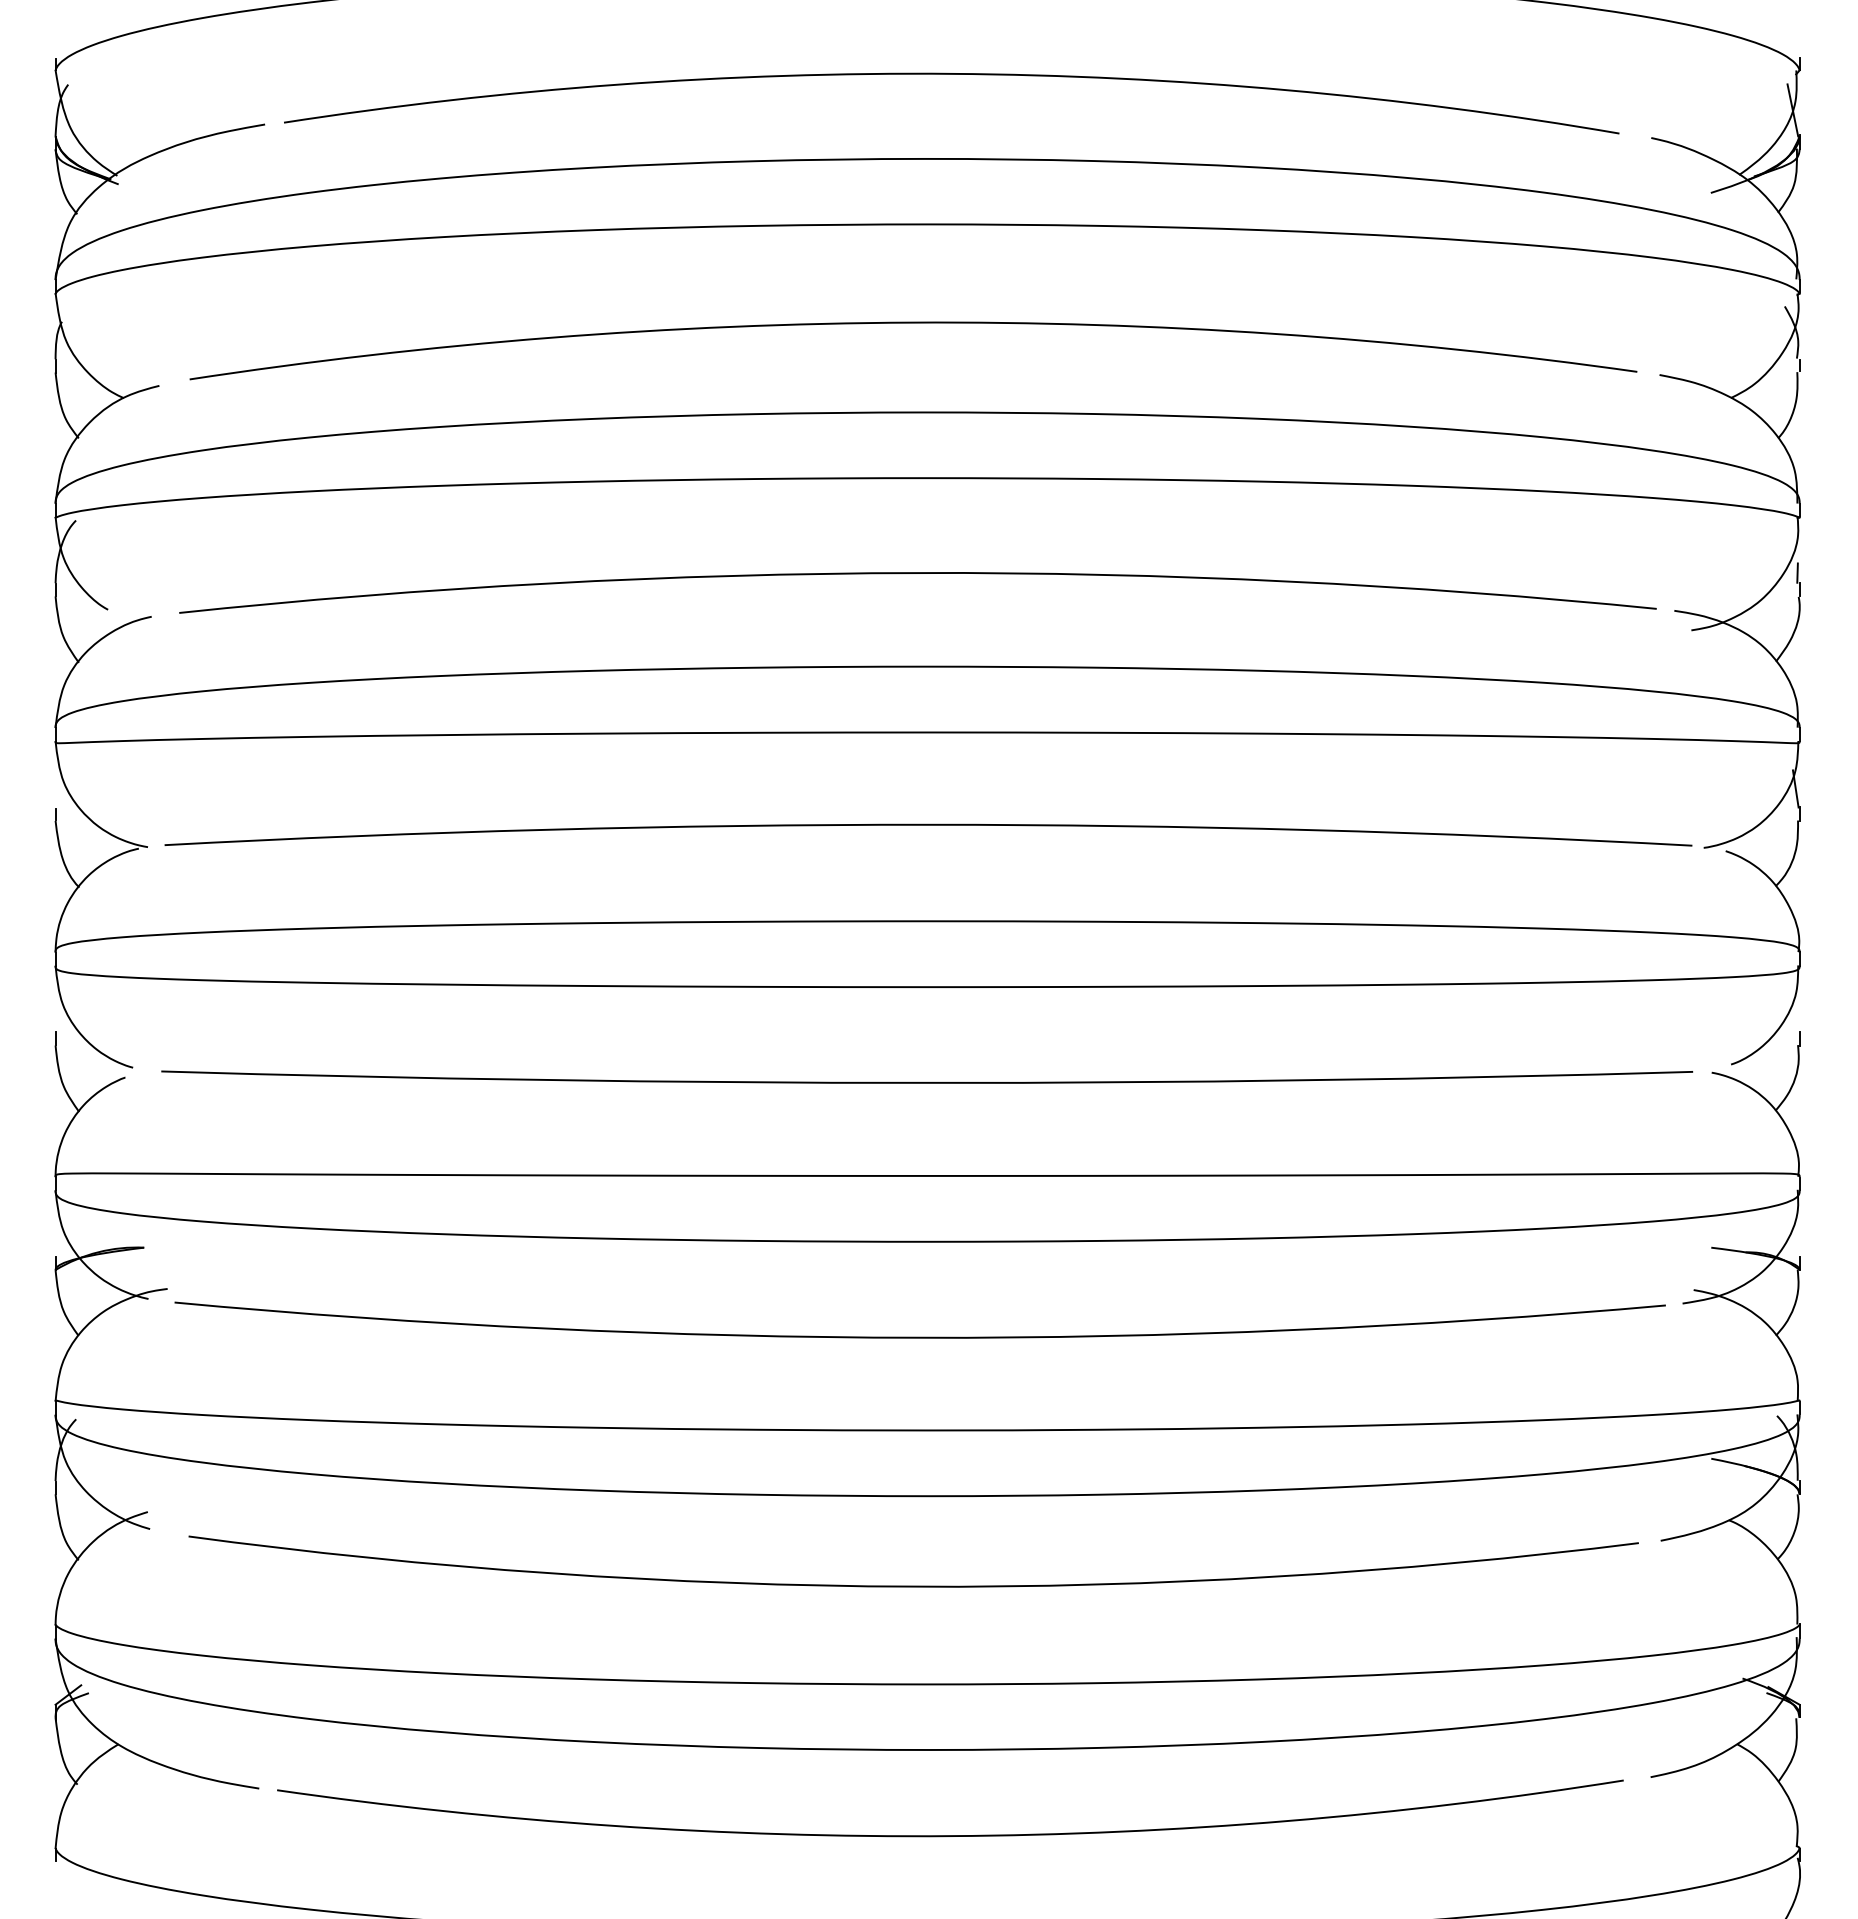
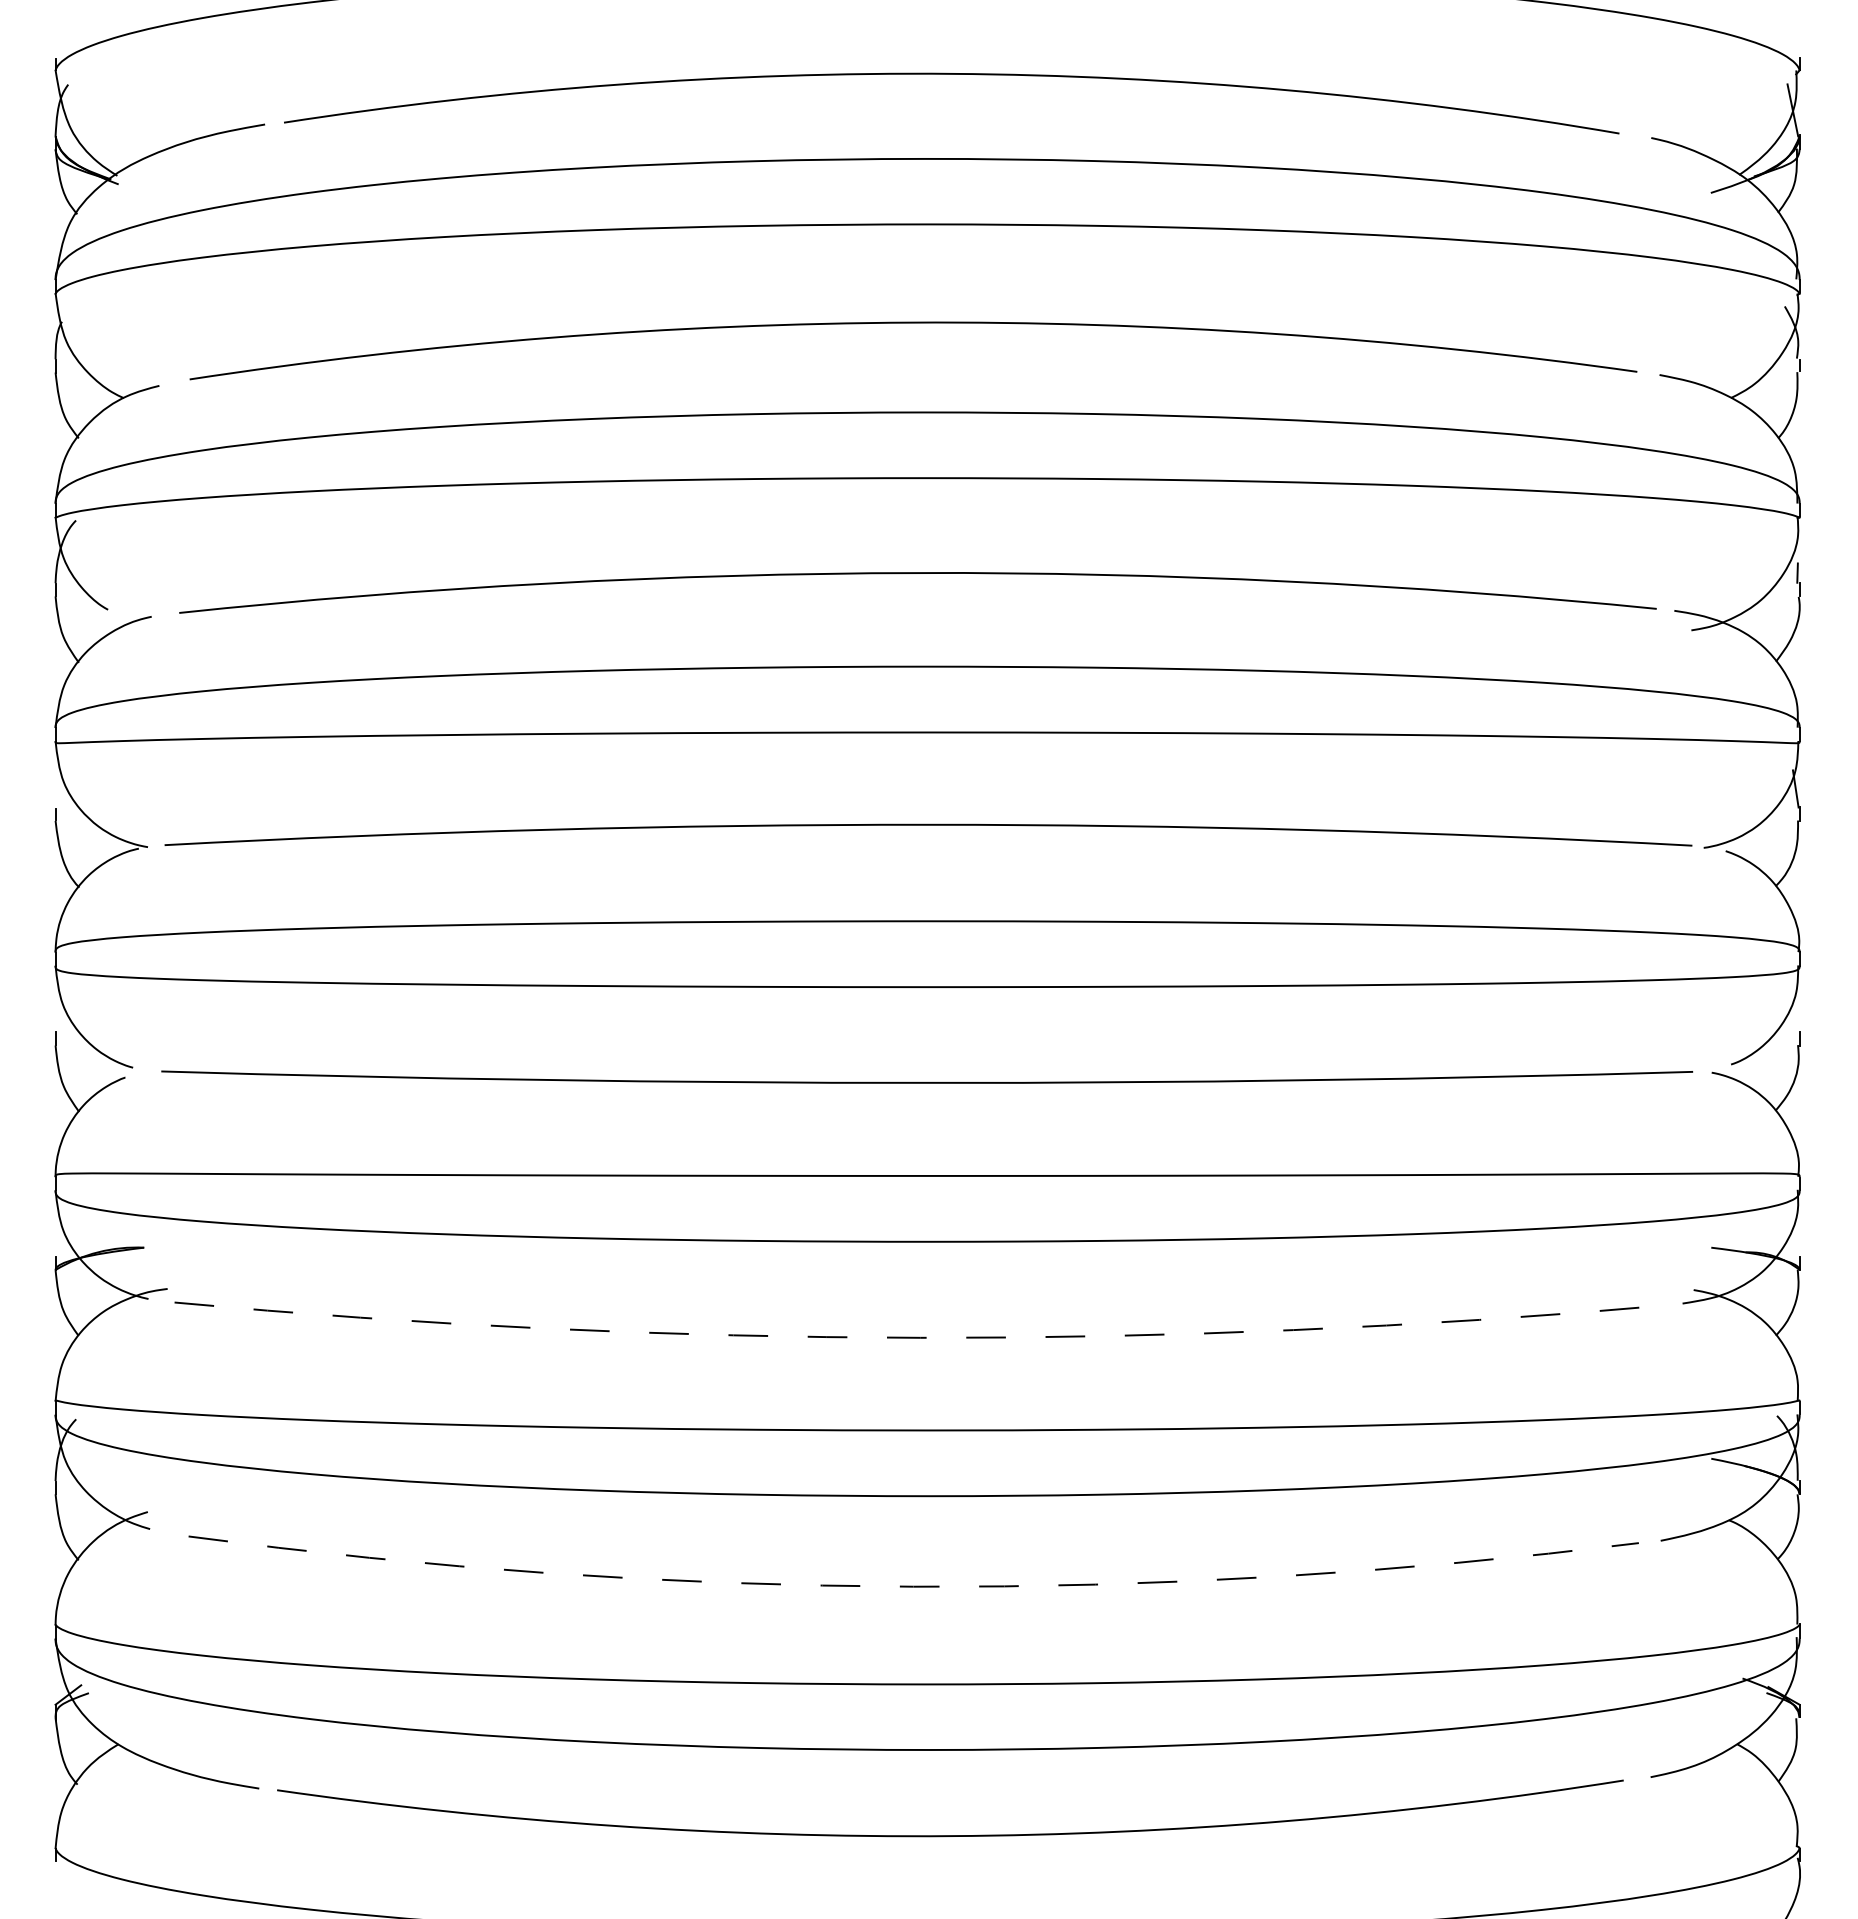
arc at (920, 1337): solid -> dashed
arc at (913, 1586): solid -> dashed
